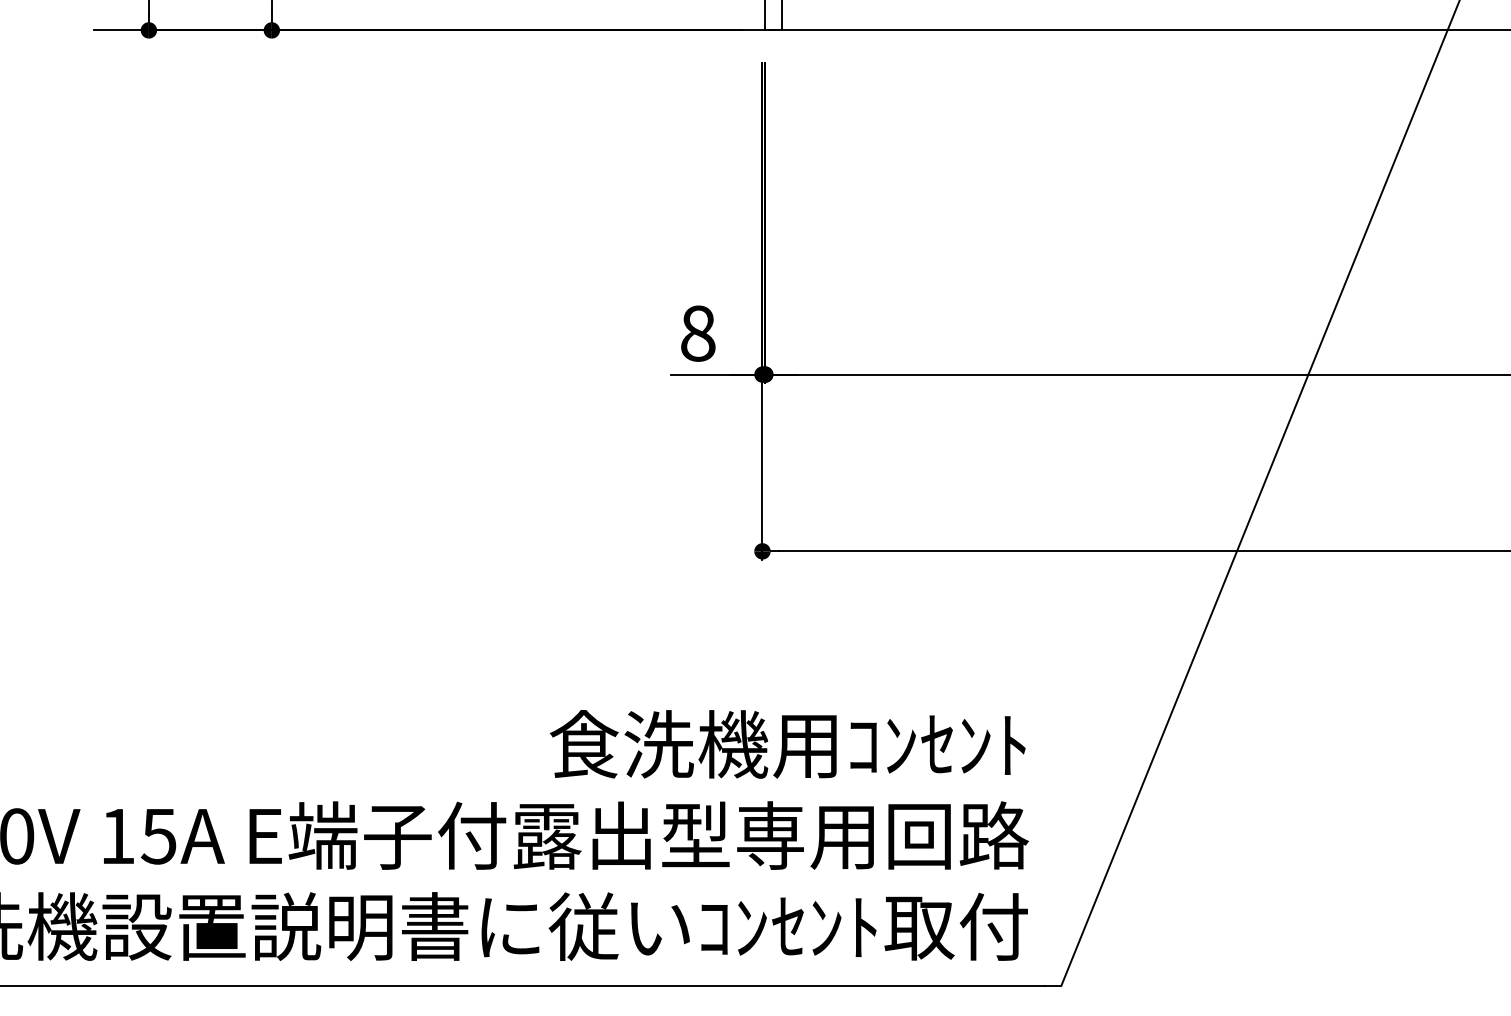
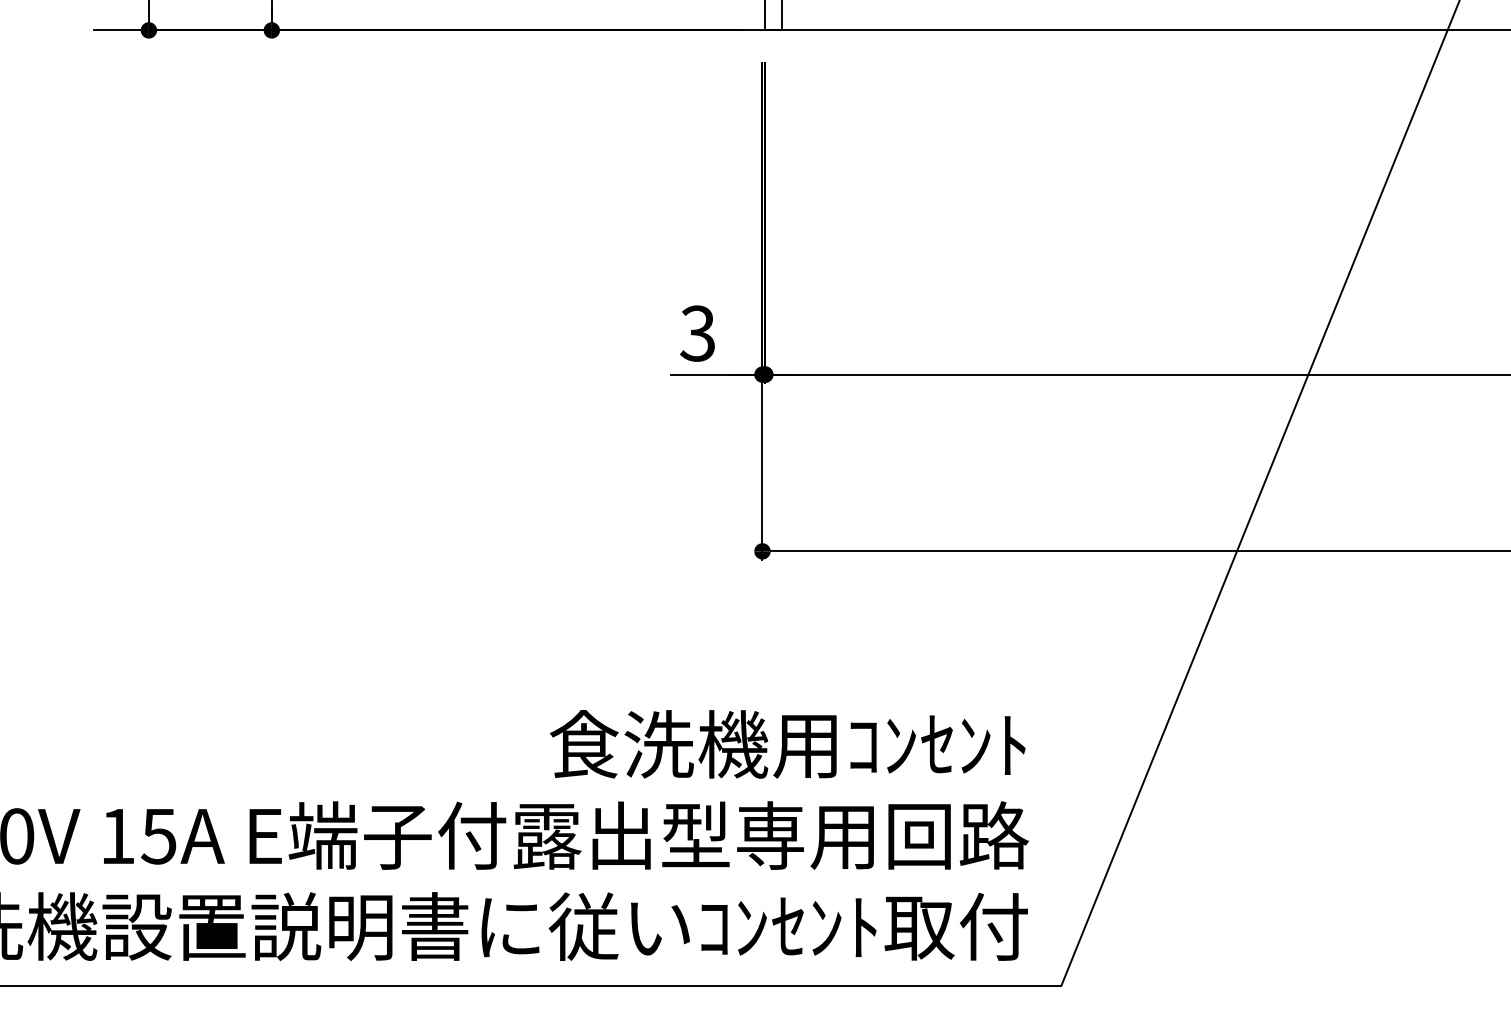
text at (697, 333): 8 -> 3
